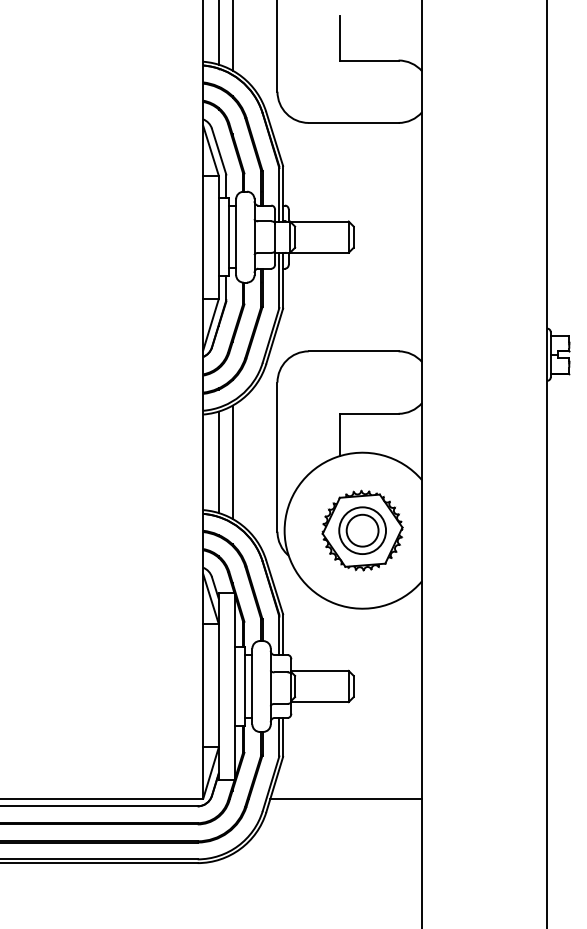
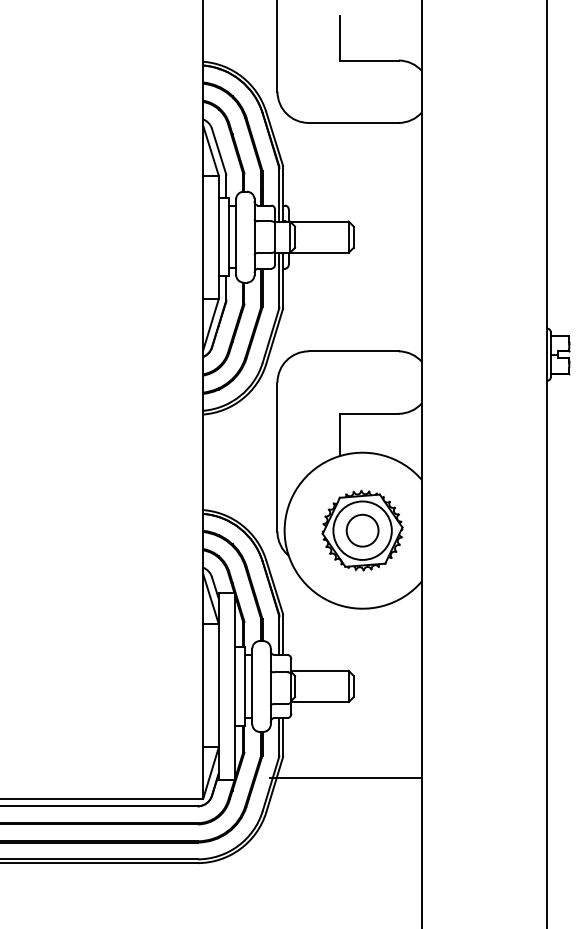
line at (218, 33): present -> none
line at (232, 36): present -> none
line at (232, 461): present -> none
line at (218, 462): present -> none
circle at (362, 530) diameter: 47 px -> 58 px
line at (346, 798) position: (346, 798) -> (346, 777)
